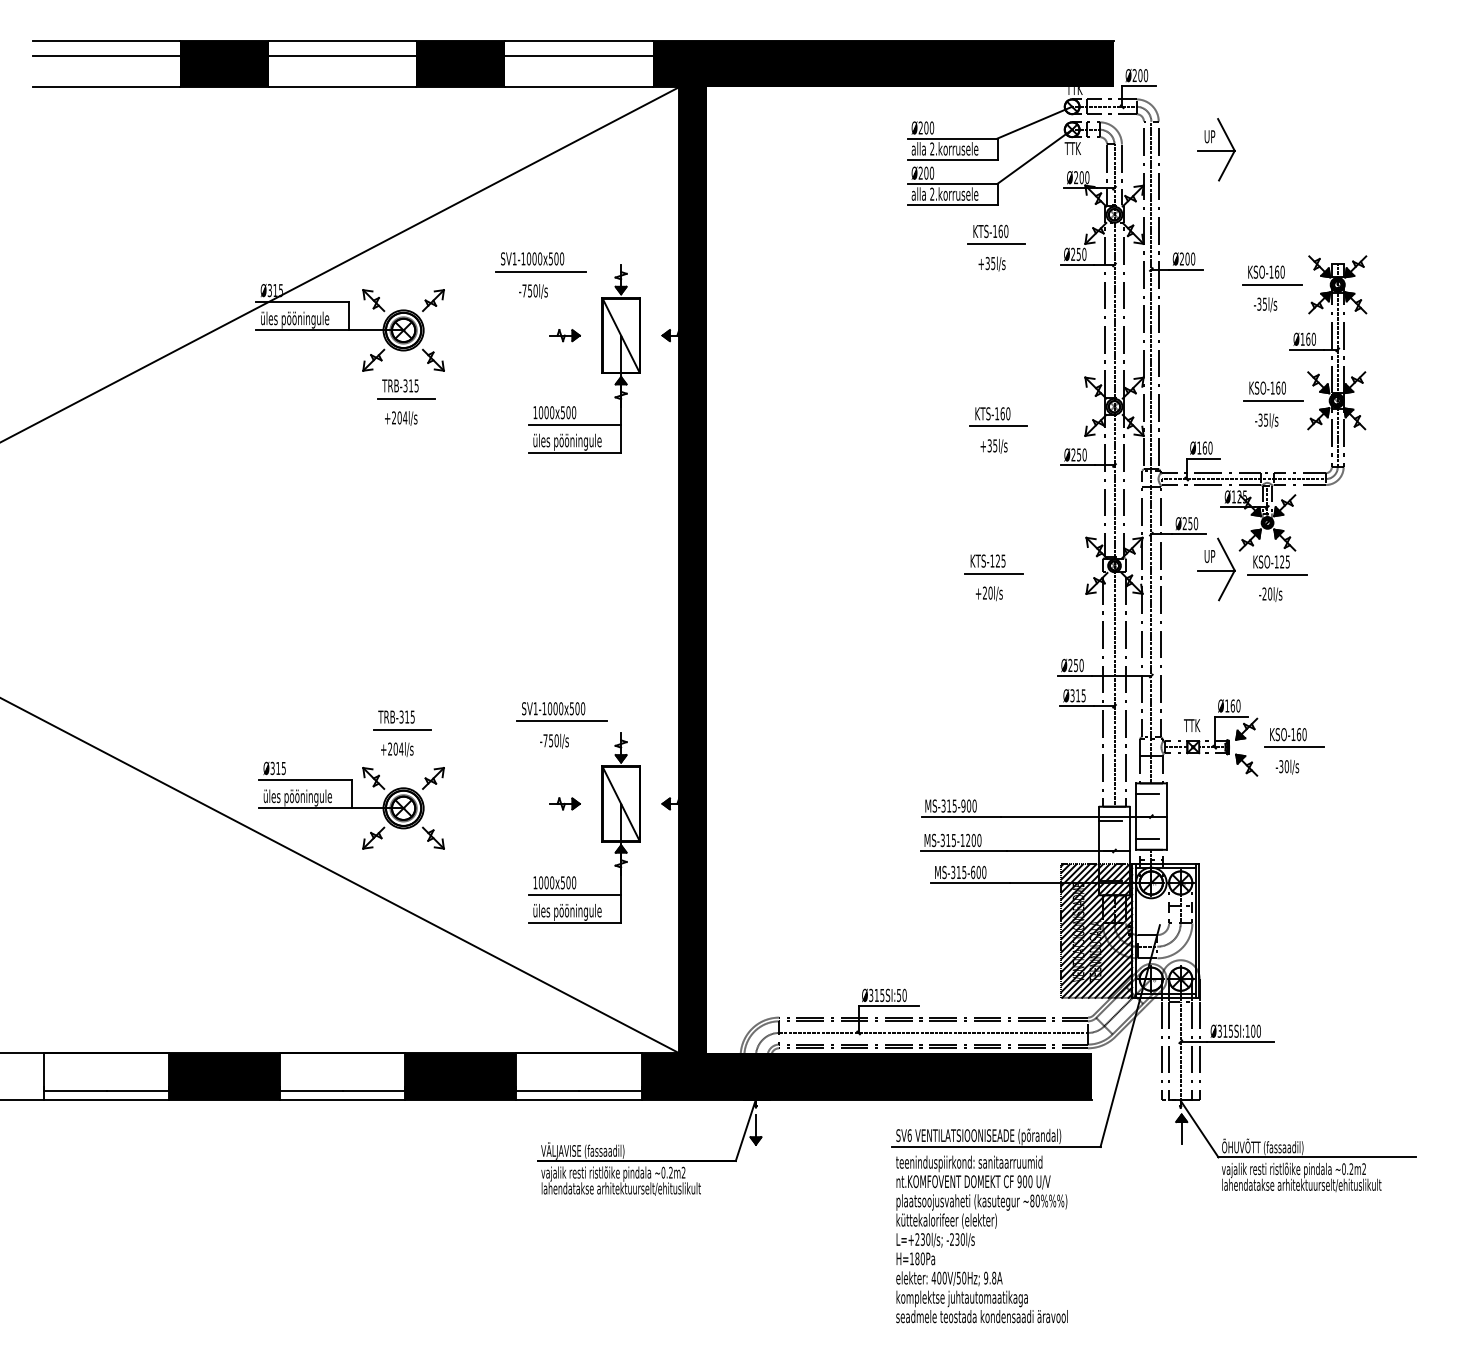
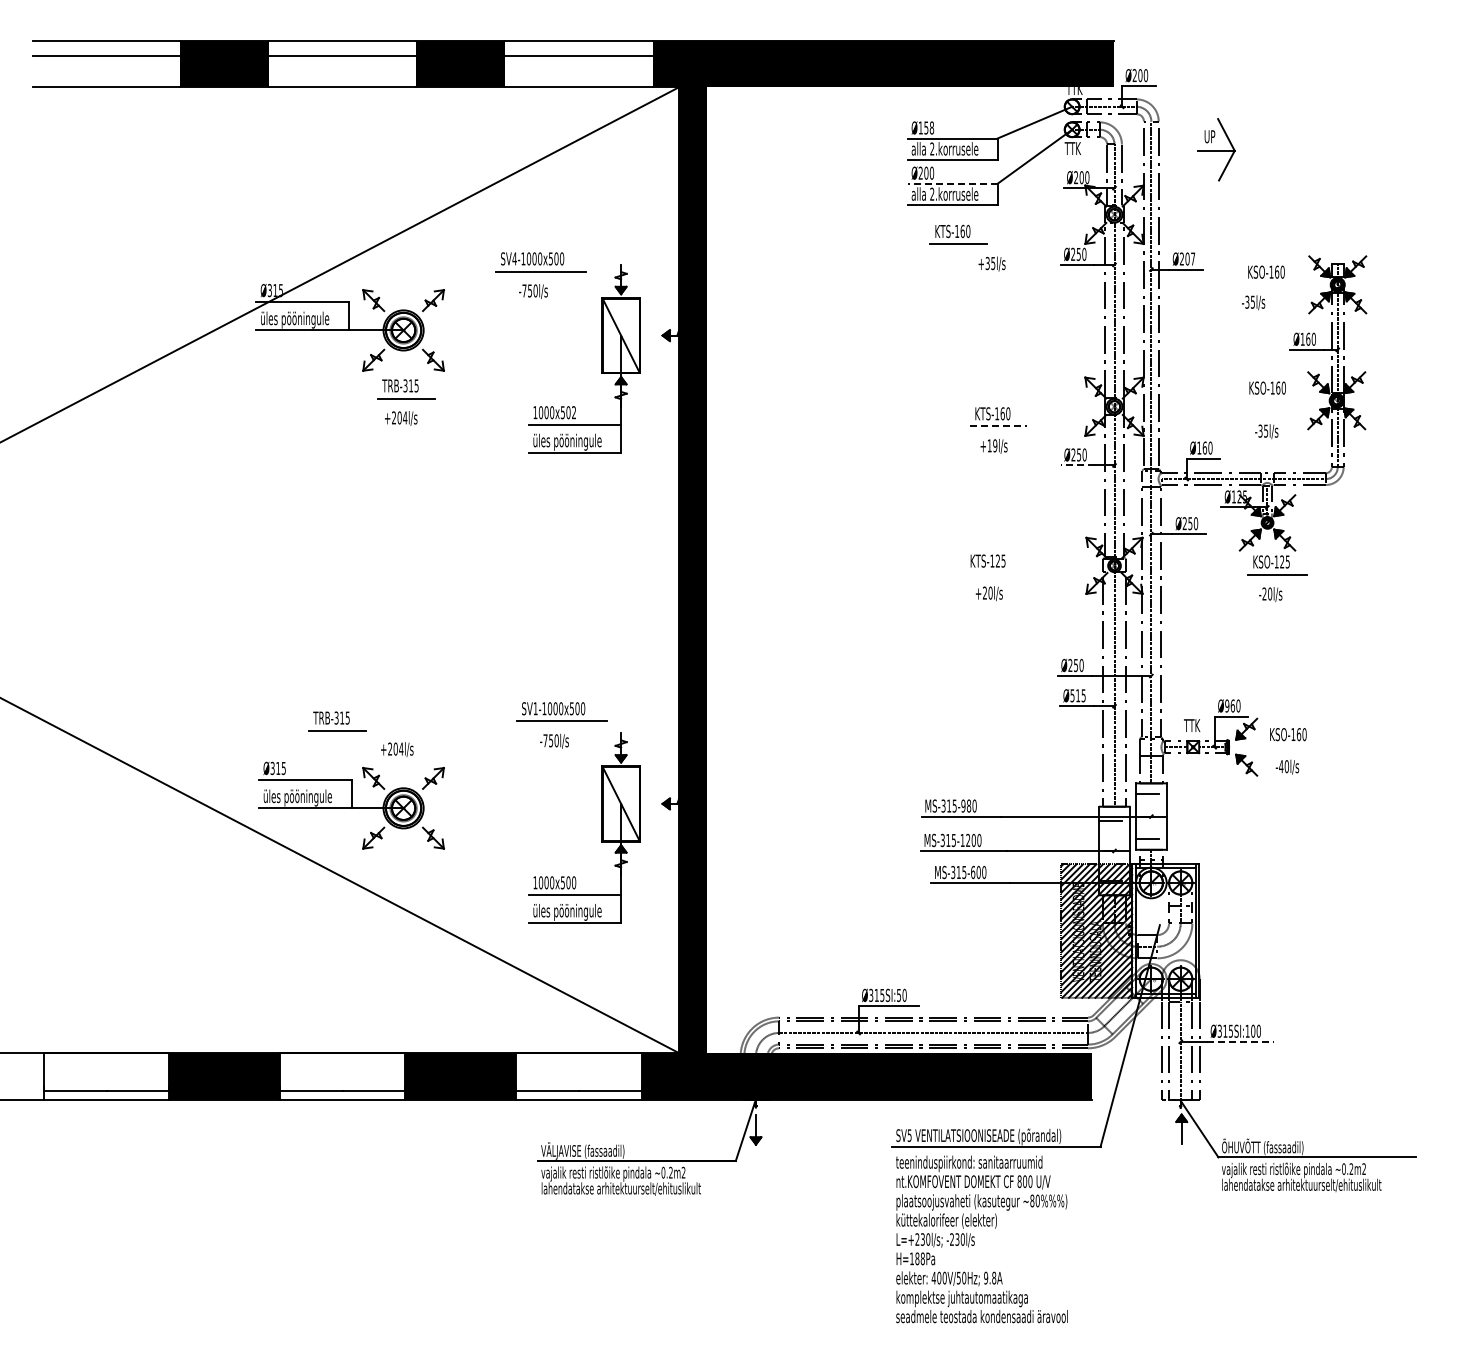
text at (926, 127): Ø200 -> Ø158
line at (952, 183): solid -> dashed
part at (996, 234) position: (996, 234) -> (958, 234)
text at (514, 258): SV1-1000x500 -> SV4-1000x500
text at (1193, 258): Ø200 -> Ø207
line at (1272, 284): present -> none
text at (1265, 304) position: (1265, 304) -> (1253, 302)
part at (564, 335): present -> none
line at (1273, 400): present -> none
text at (574, 412): 1000x500 -> 1000x502
text at (1266, 420) position: (1266, 420) -> (1266, 431)
line at (998, 426): solid -> dashed
text at (992, 445): +35l/s -> +19l/s
line at (1077, 465): solid -> dashed
part at (1216, 569): present -> none
line at (993, 573): present -> none
text at (1072, 694): Ø315 -> Ø515
text at (1227, 705): Ø160 -> Ø960
part at (402, 720) position: (402, 720) -> (337, 721)
line at (1294, 747): present -> none
text at (1281, 766): -30l/s -> -40l/s
part at (564, 803): present -> none
text at (968, 806): MS-315-900 -> MS-315-980
line at (1241, 1041): solid -> dashed
text at (909, 1135): SV6 -> SV5
text at (1019, 1181): 900 -> 800
text at (922, 1258): H=180Pa -> H=188Pa
